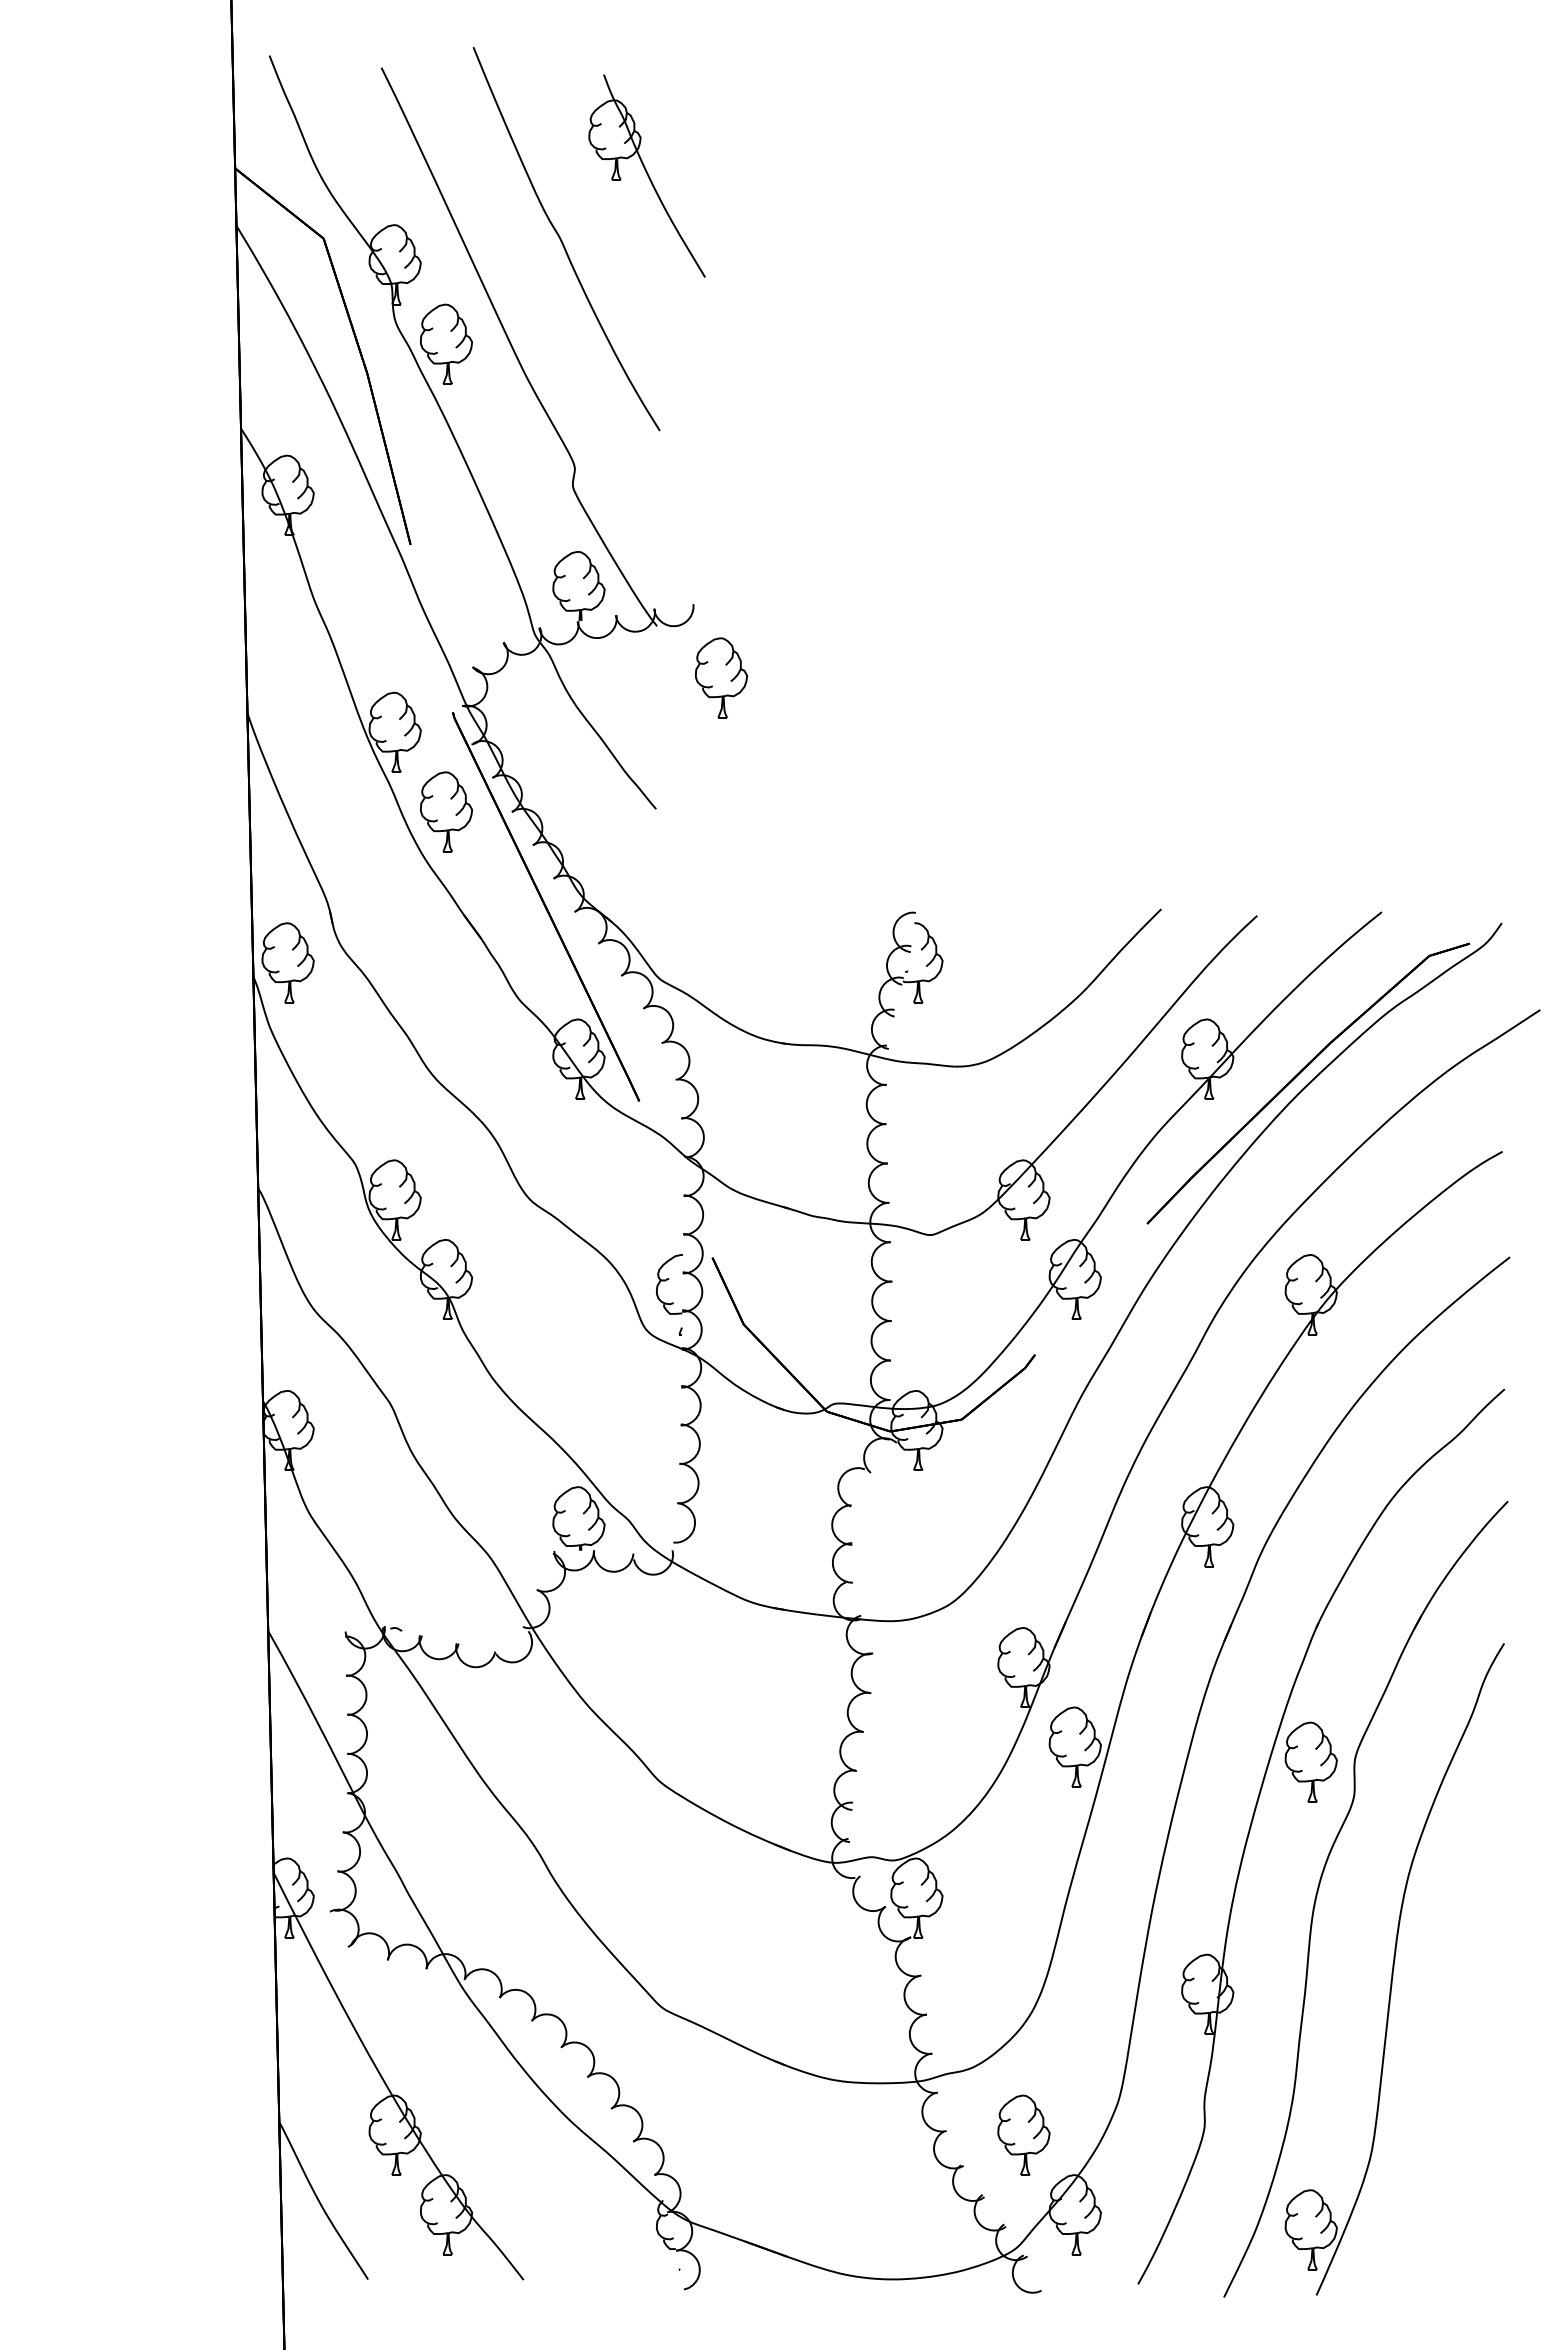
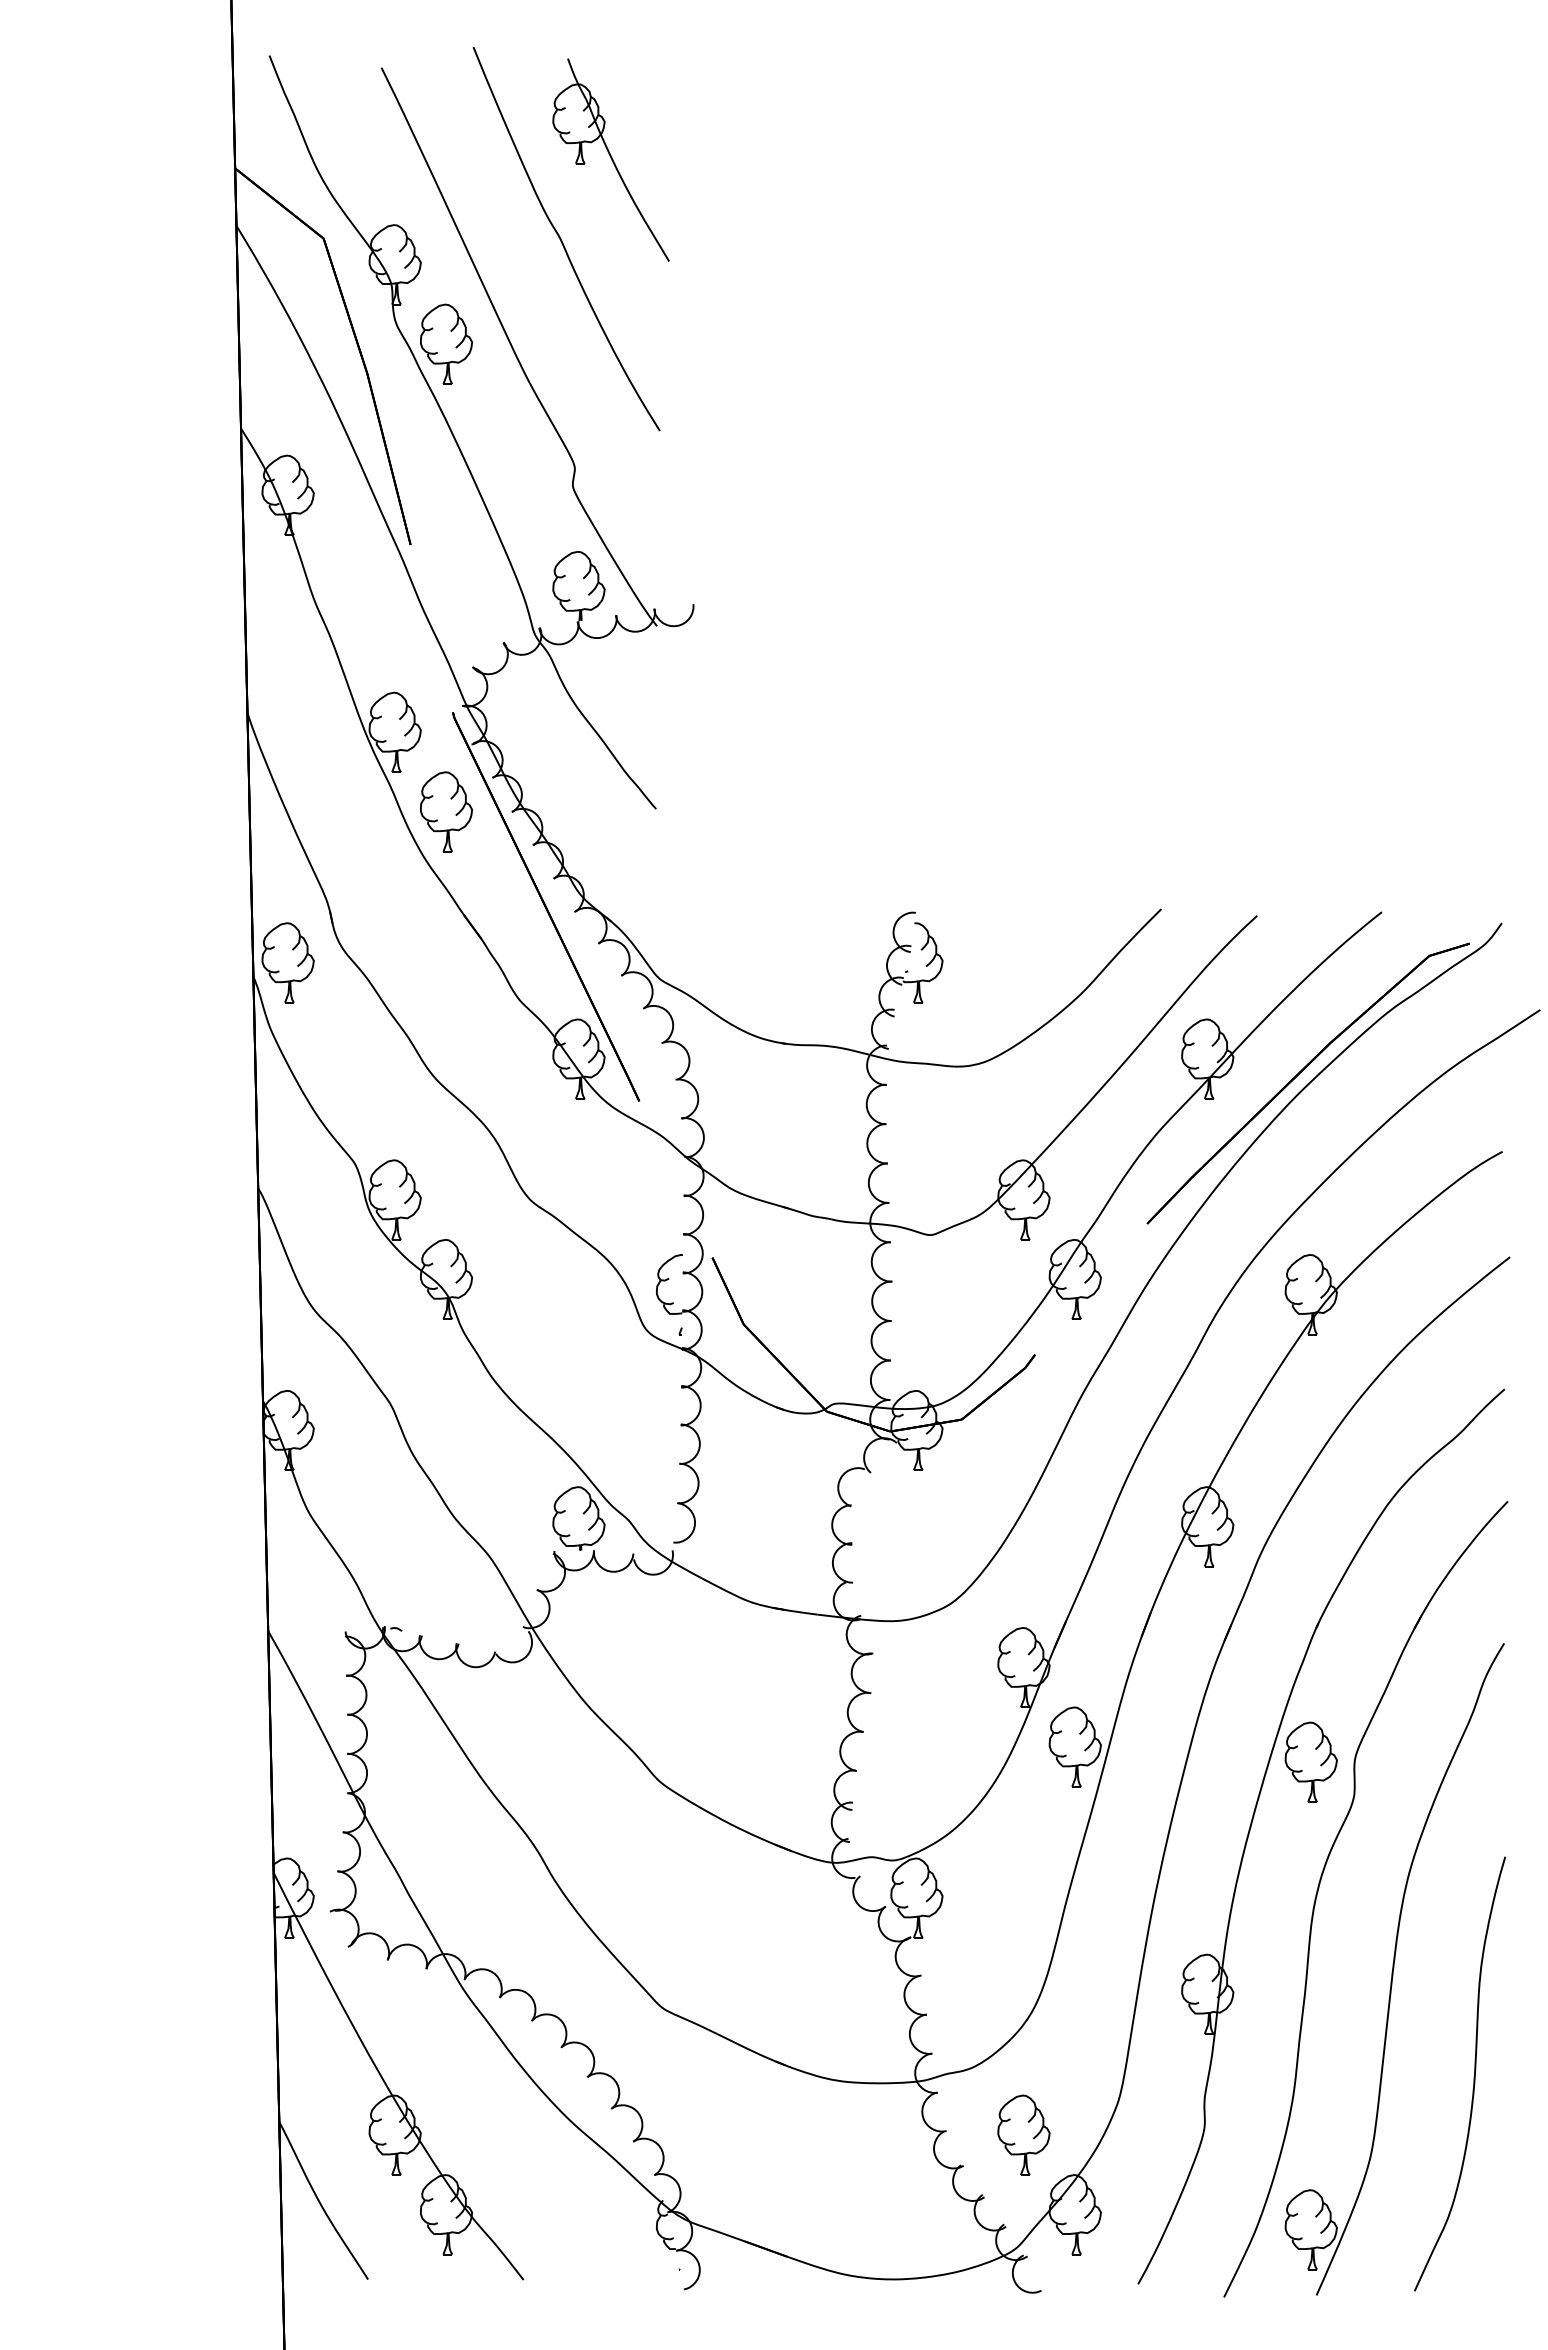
part at (646, 175) position: (646, 175) -> (610, 159)
part at (721, 677): present -> none
curve at (1473, 2076): none -> present
